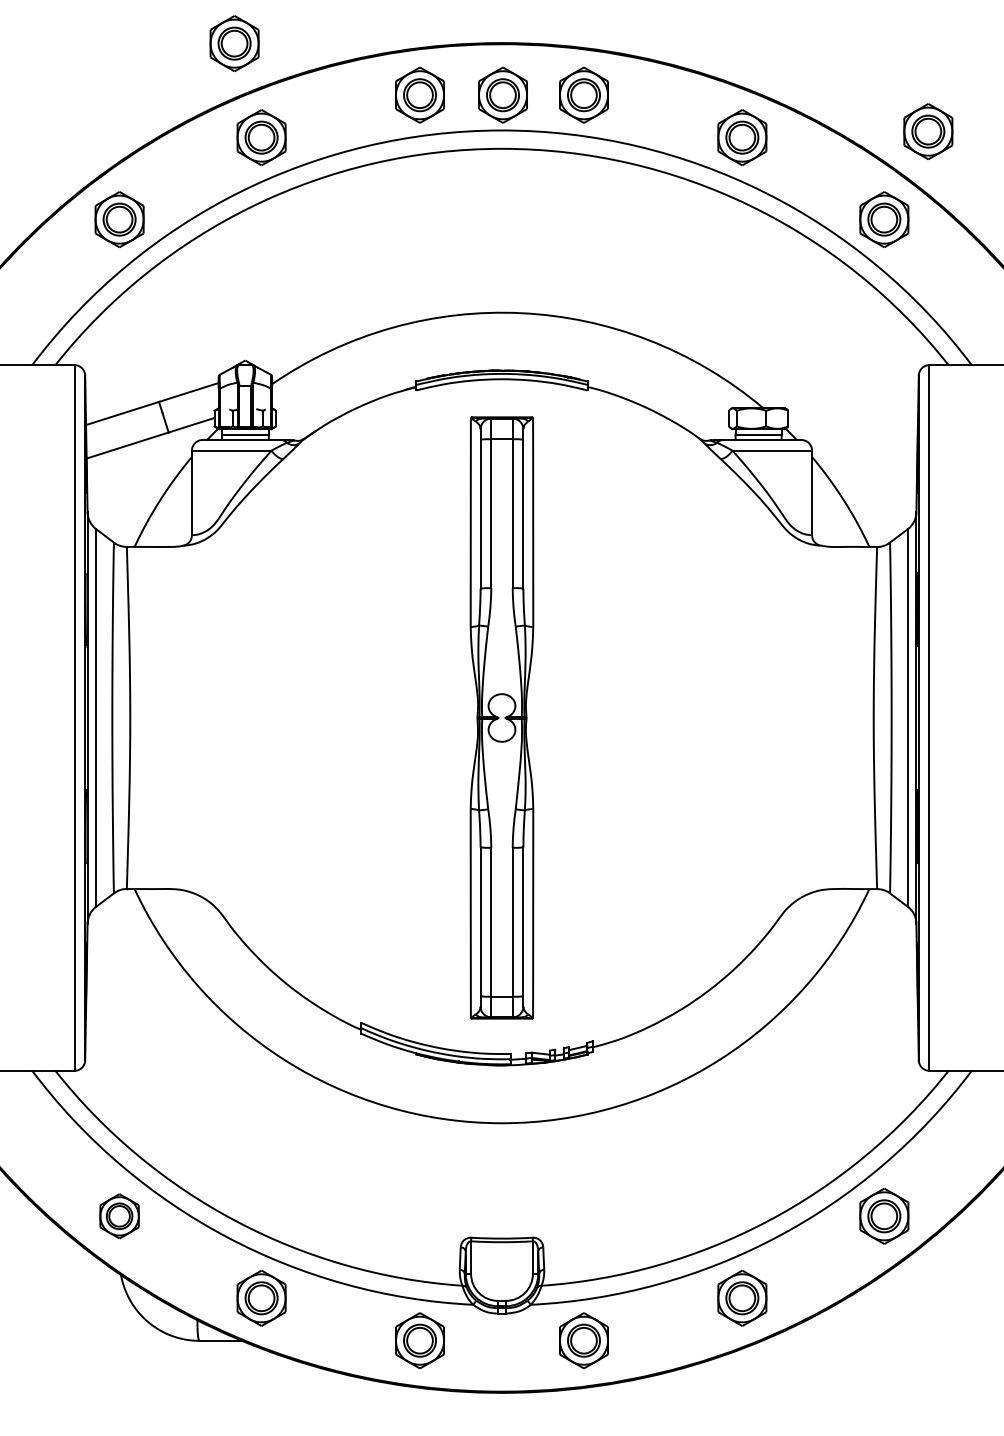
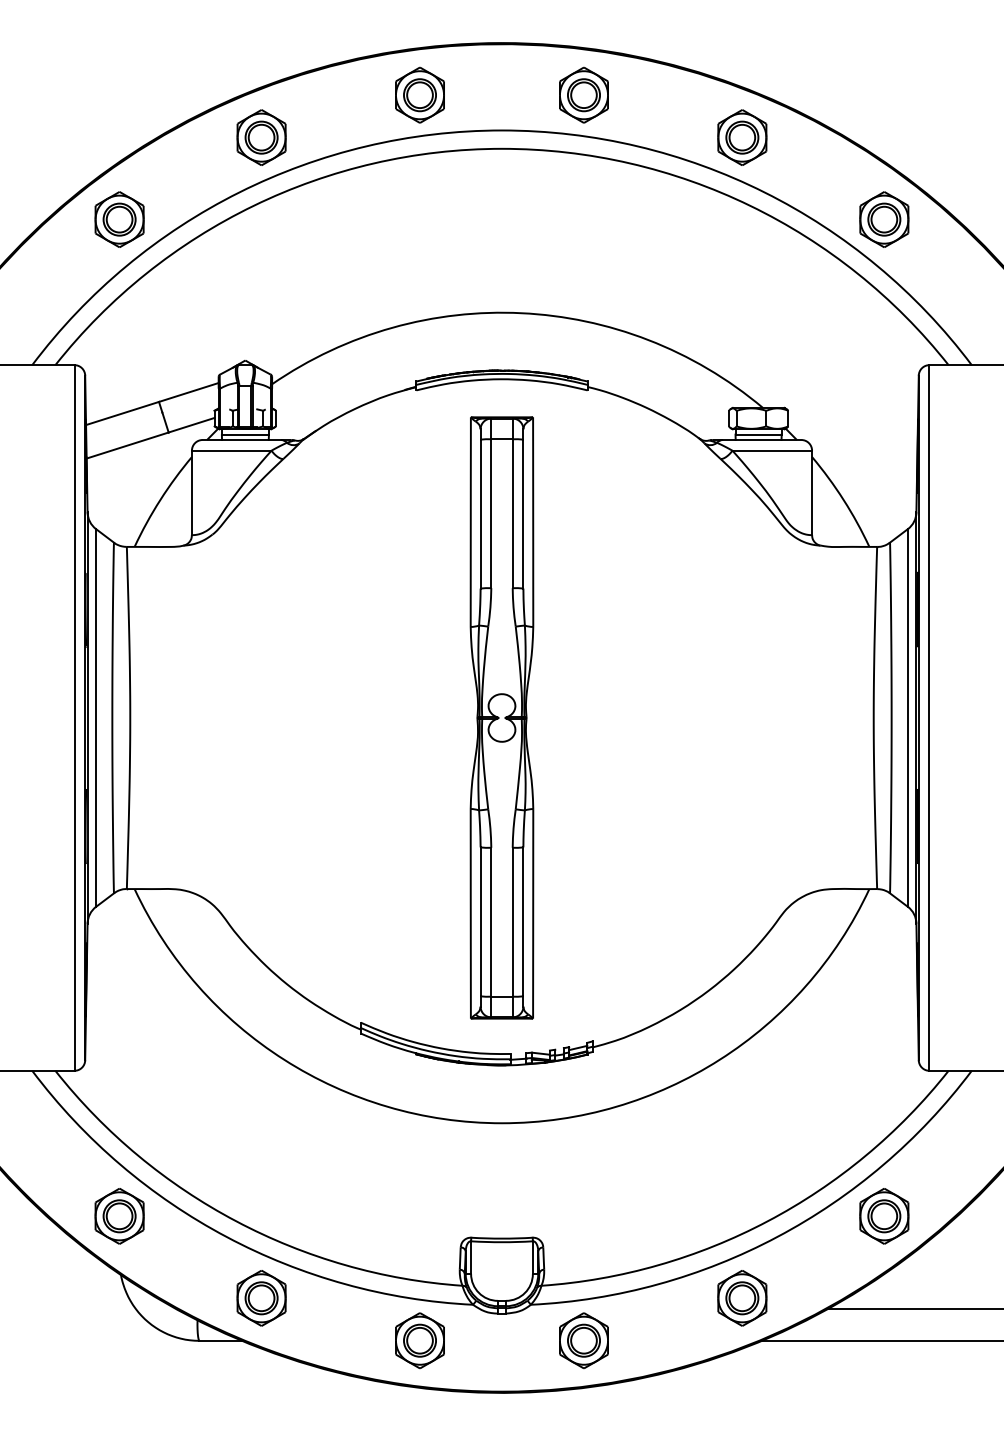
part at (234, 43): present -> none
part at (502, 94): present -> none
part at (928, 131): present -> none
part at (119, 1216) size: 41x47 px -> 51x57 px
line at (914, 1308): none -> present
line at (880, 1340): none -> present
